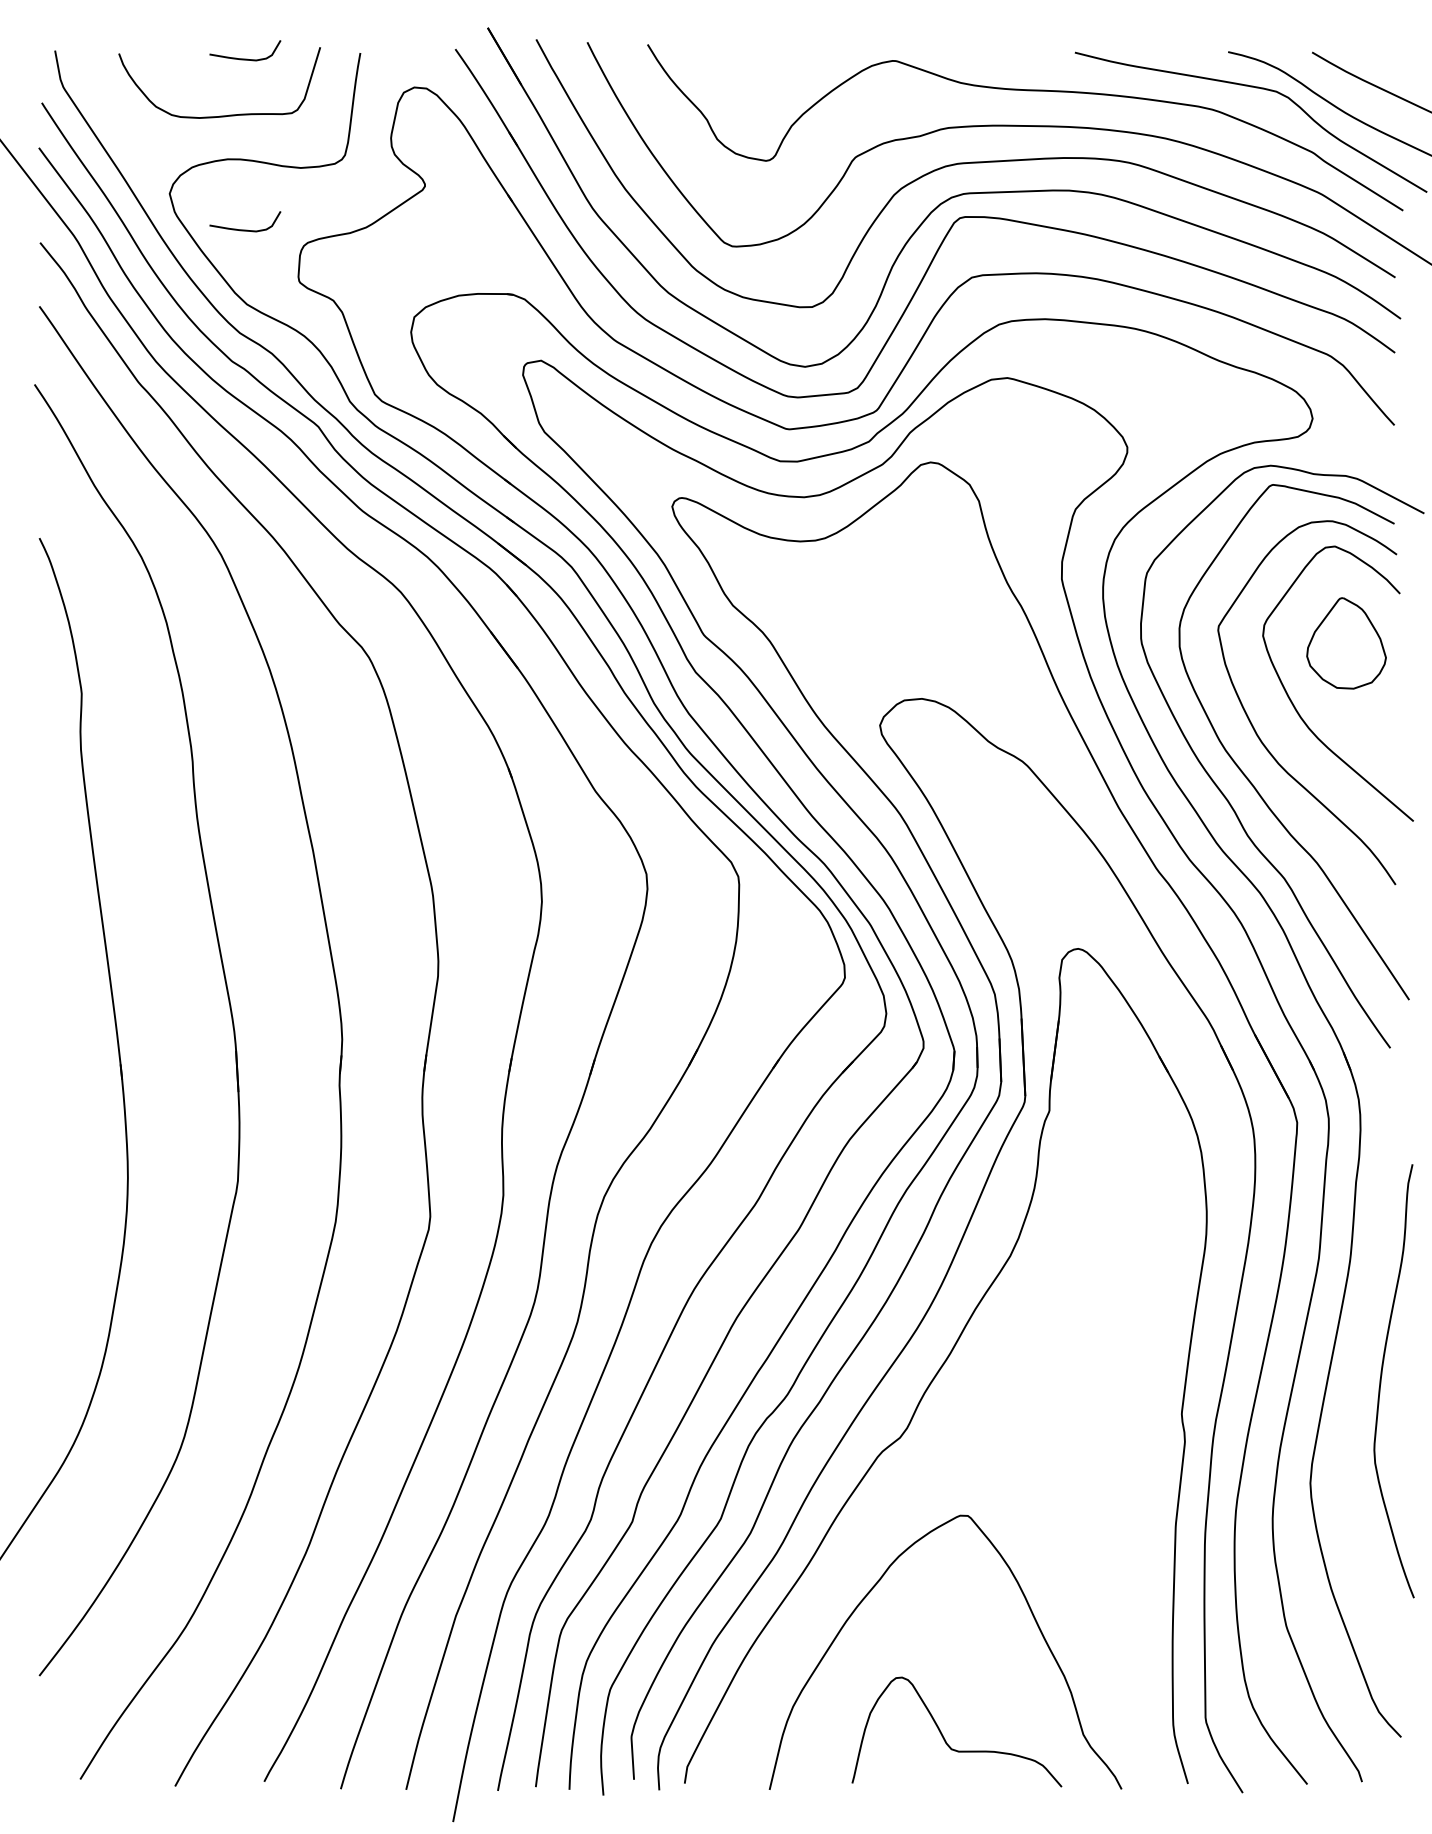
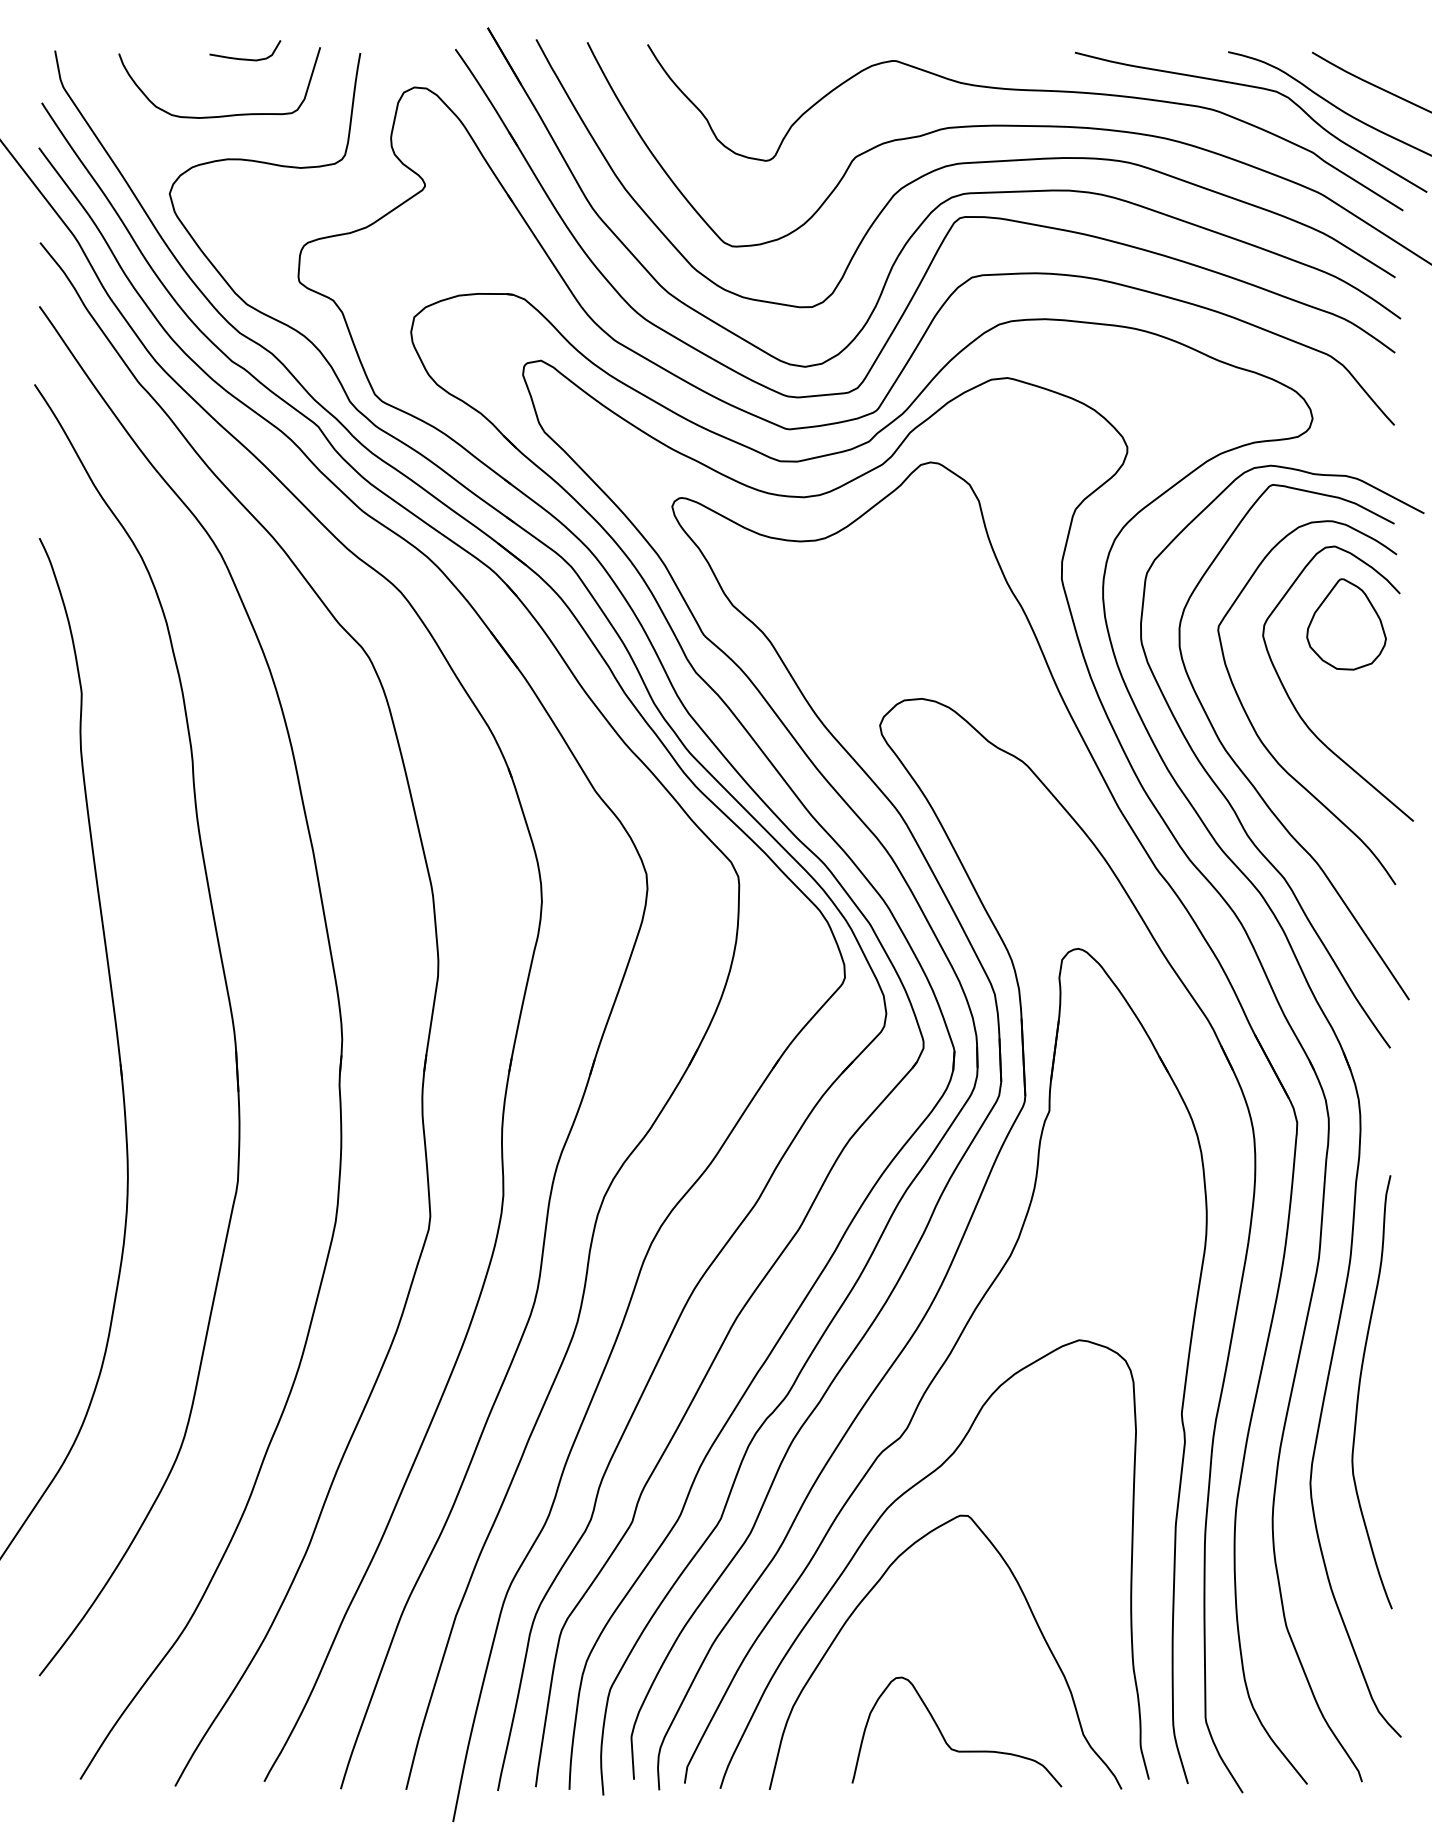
curve at (245, 229): present -> none
part at (1346, 643) position: (1346, 643) -> (1346, 624)
curve at (1381, 1381) position: (1381, 1381) -> (1359, 1392)
curve at (879, 1520): none -> present
